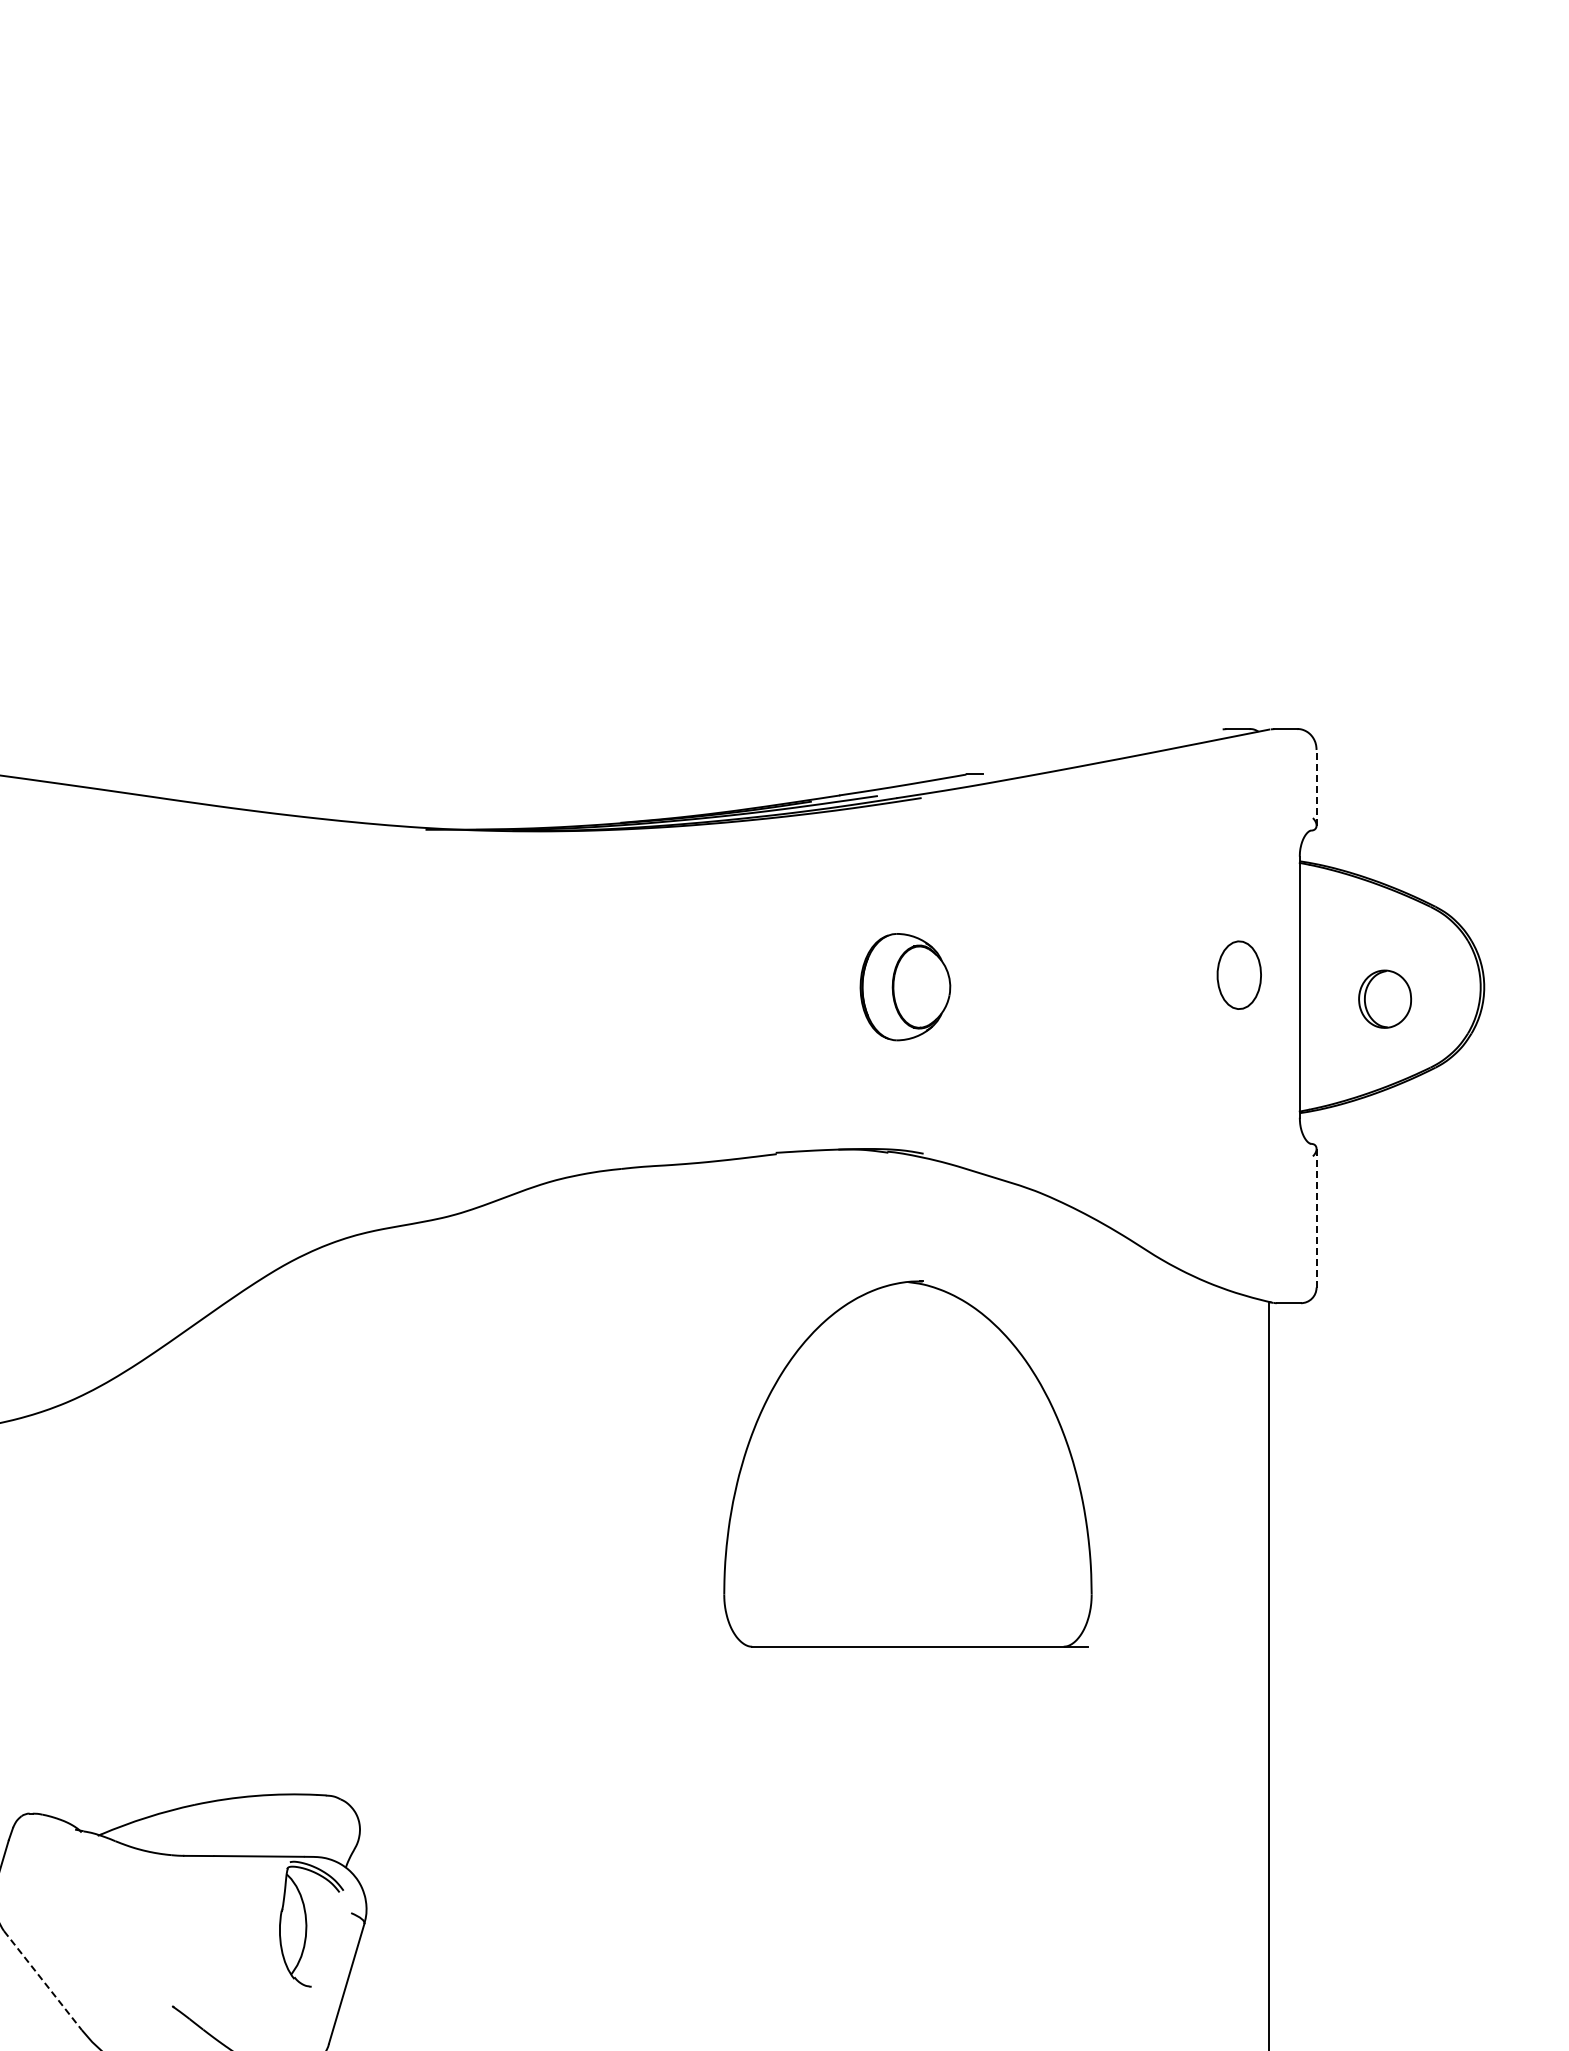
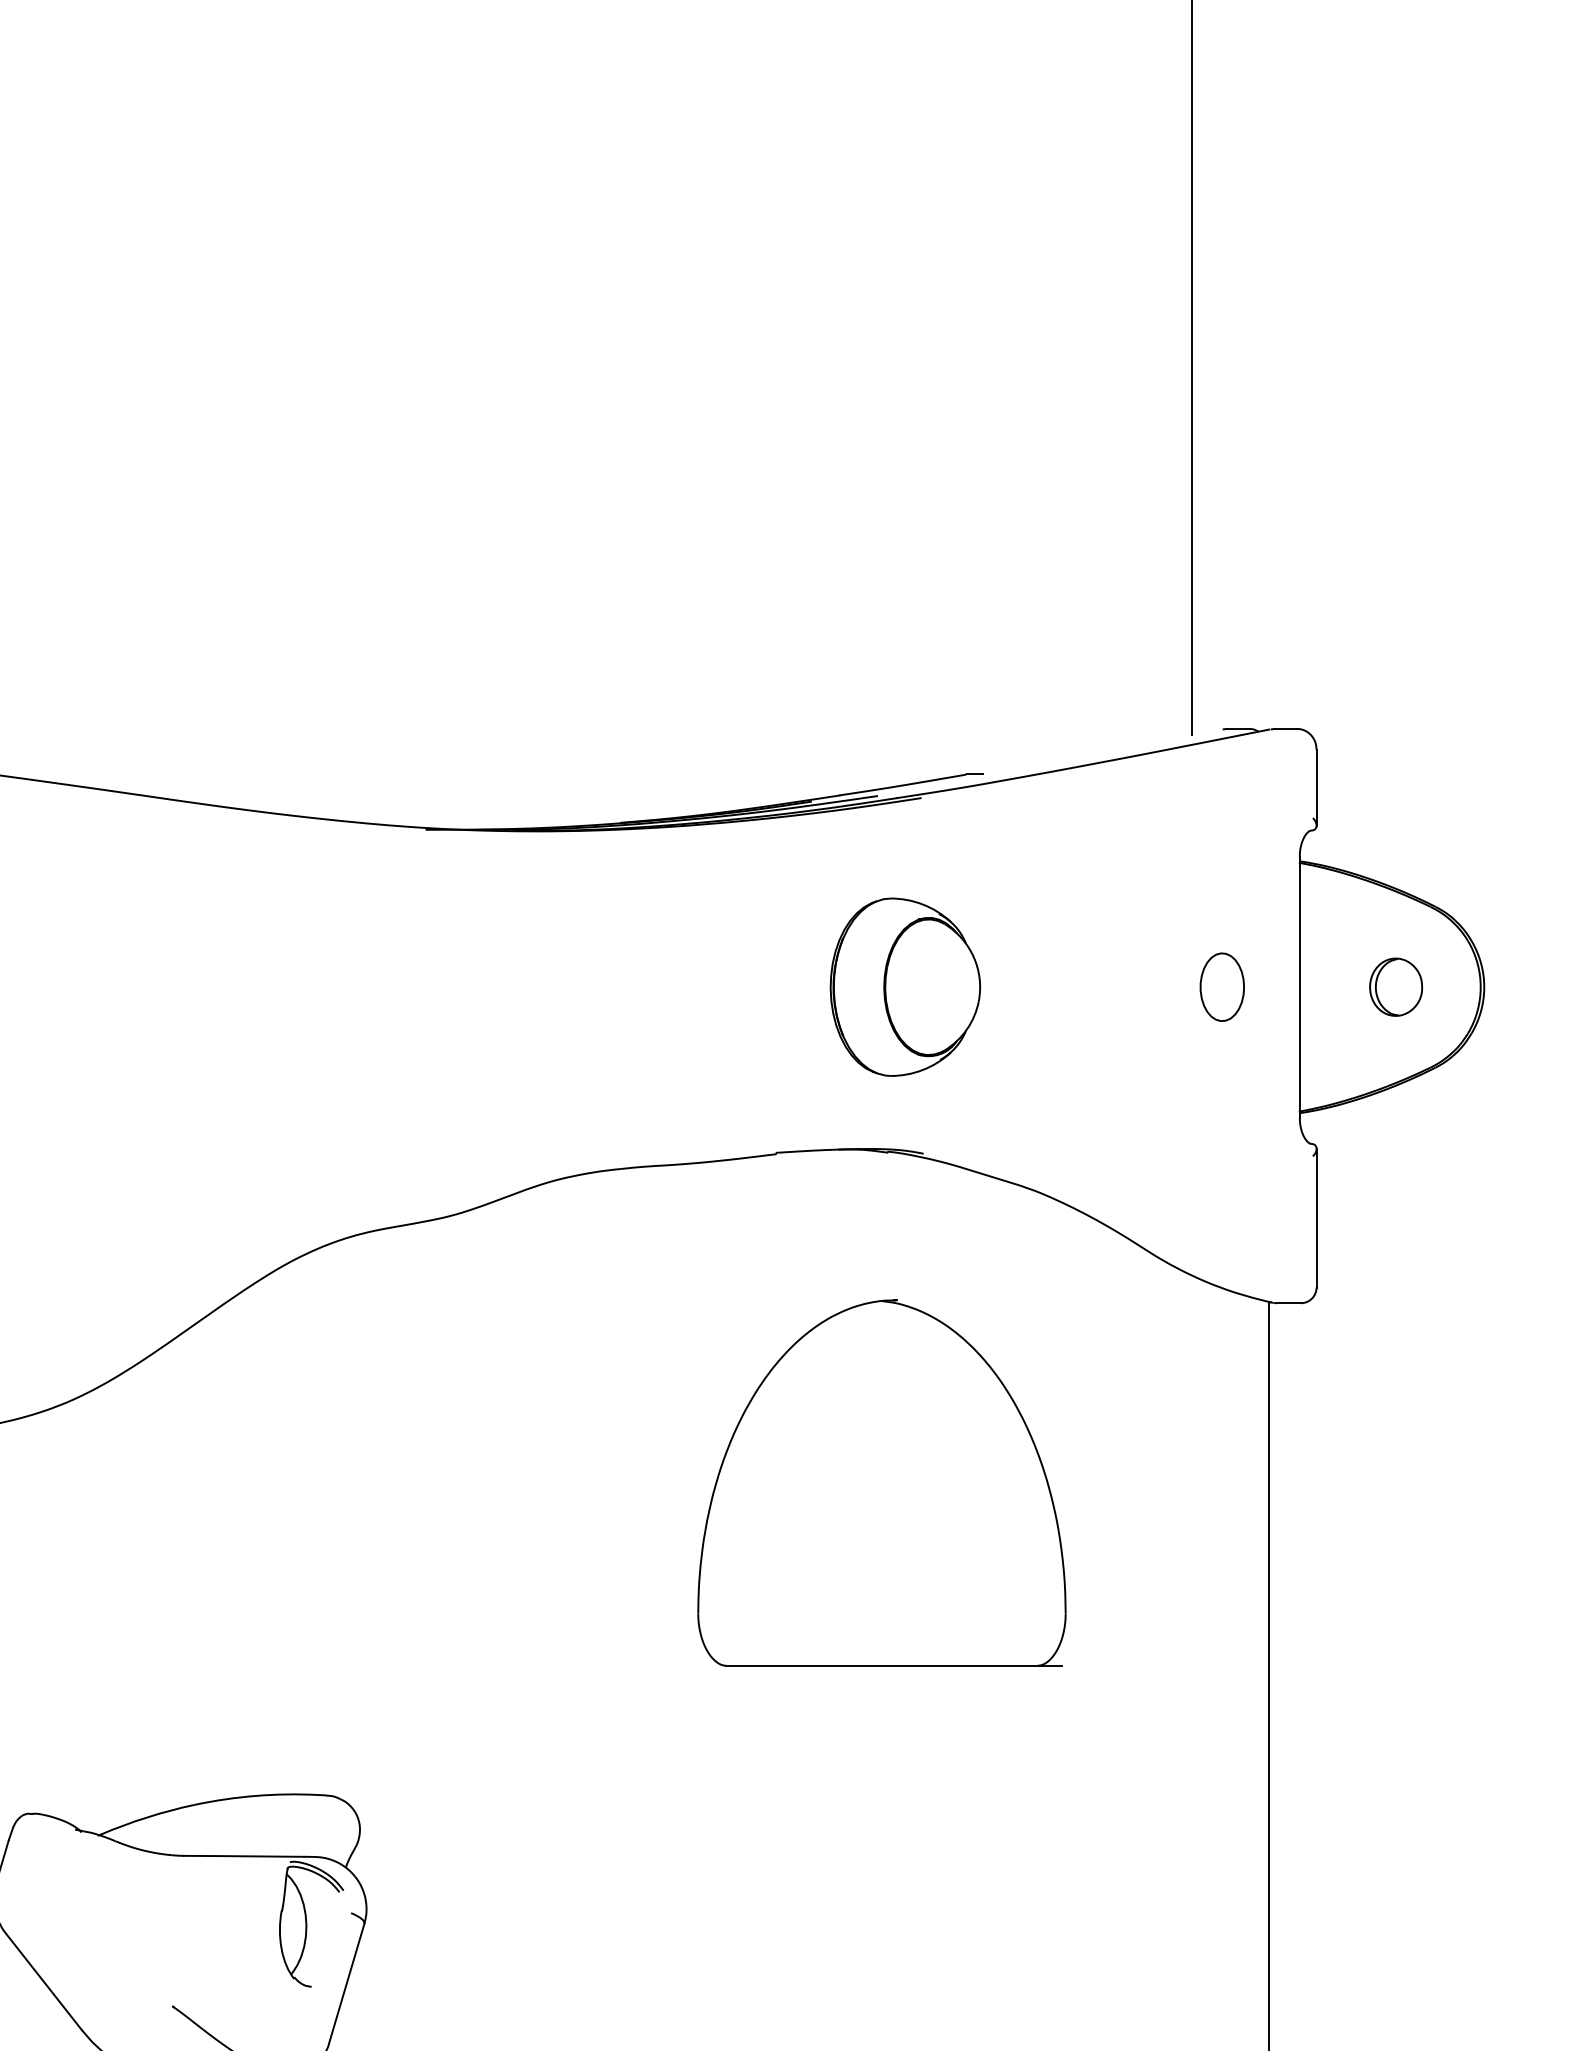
line at (1192, 368): none -> present
line at (1316, 787): dashed -> solid
part at (1238, 974) position: (1238, 974) -> (1221, 986)
part at (905, 987) size: 93x109 px -> 153x180 px
part at (1384, 998) position: (1384, 998) -> (1395, 986)
line at (1316, 1217): dashed -> solid
part at (907, 1463) position: (907, 1463) -> (881, 1482)
line at (42, 1980): dashed -> solid
